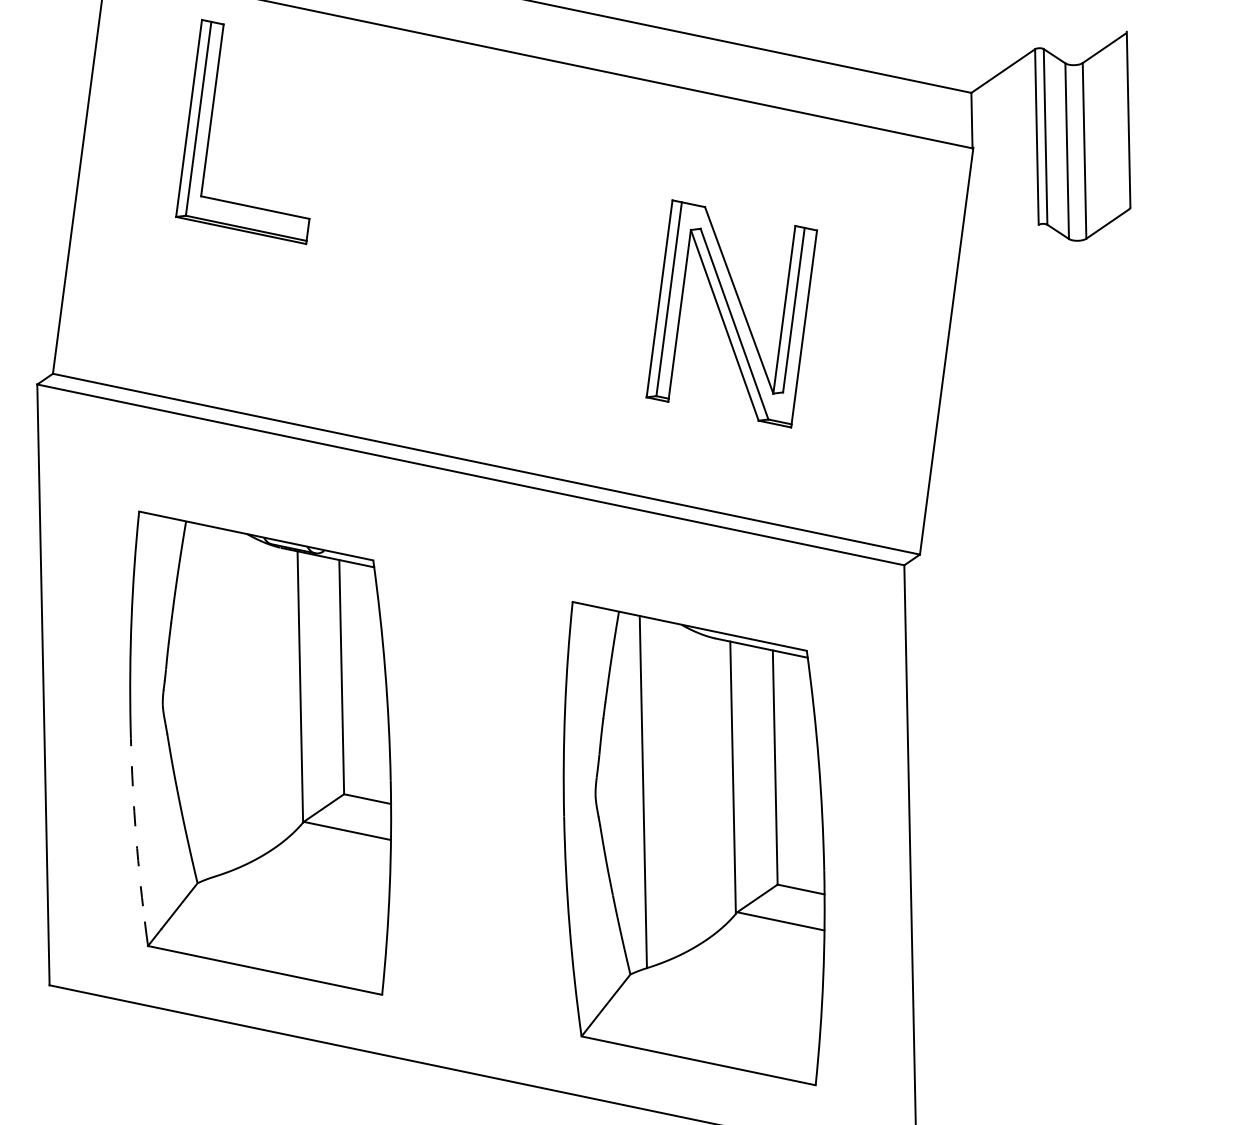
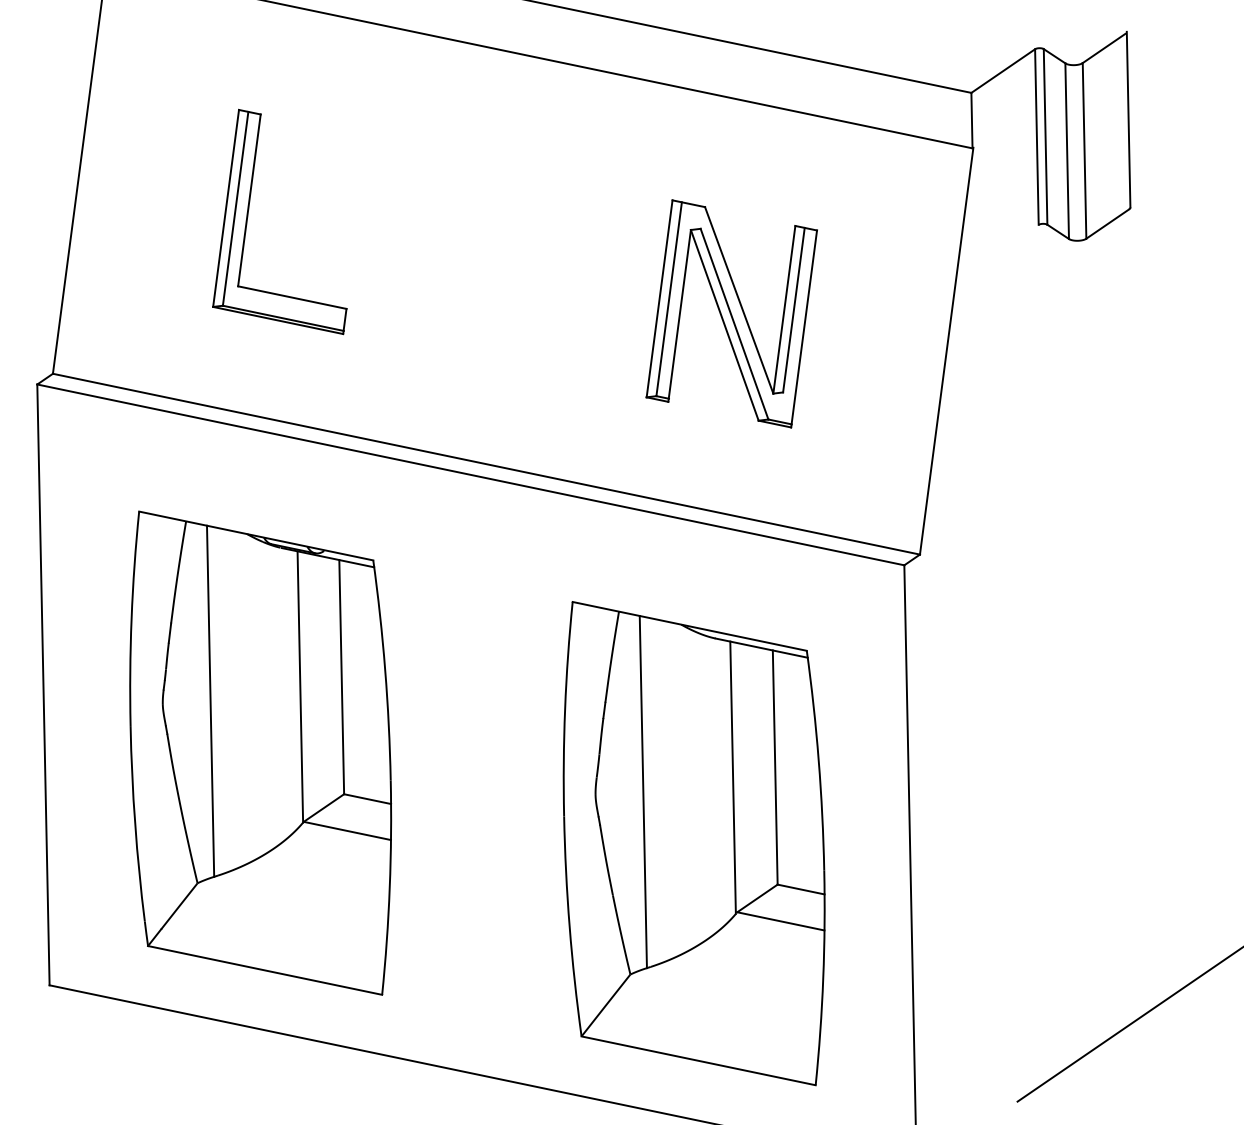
part at (211, 127) position: (211, 127) -> (248, 217)
line at (210, 700): none -> present
arc at (135, 824): dashed -> solid
line at (1128, 1024): none -> present
